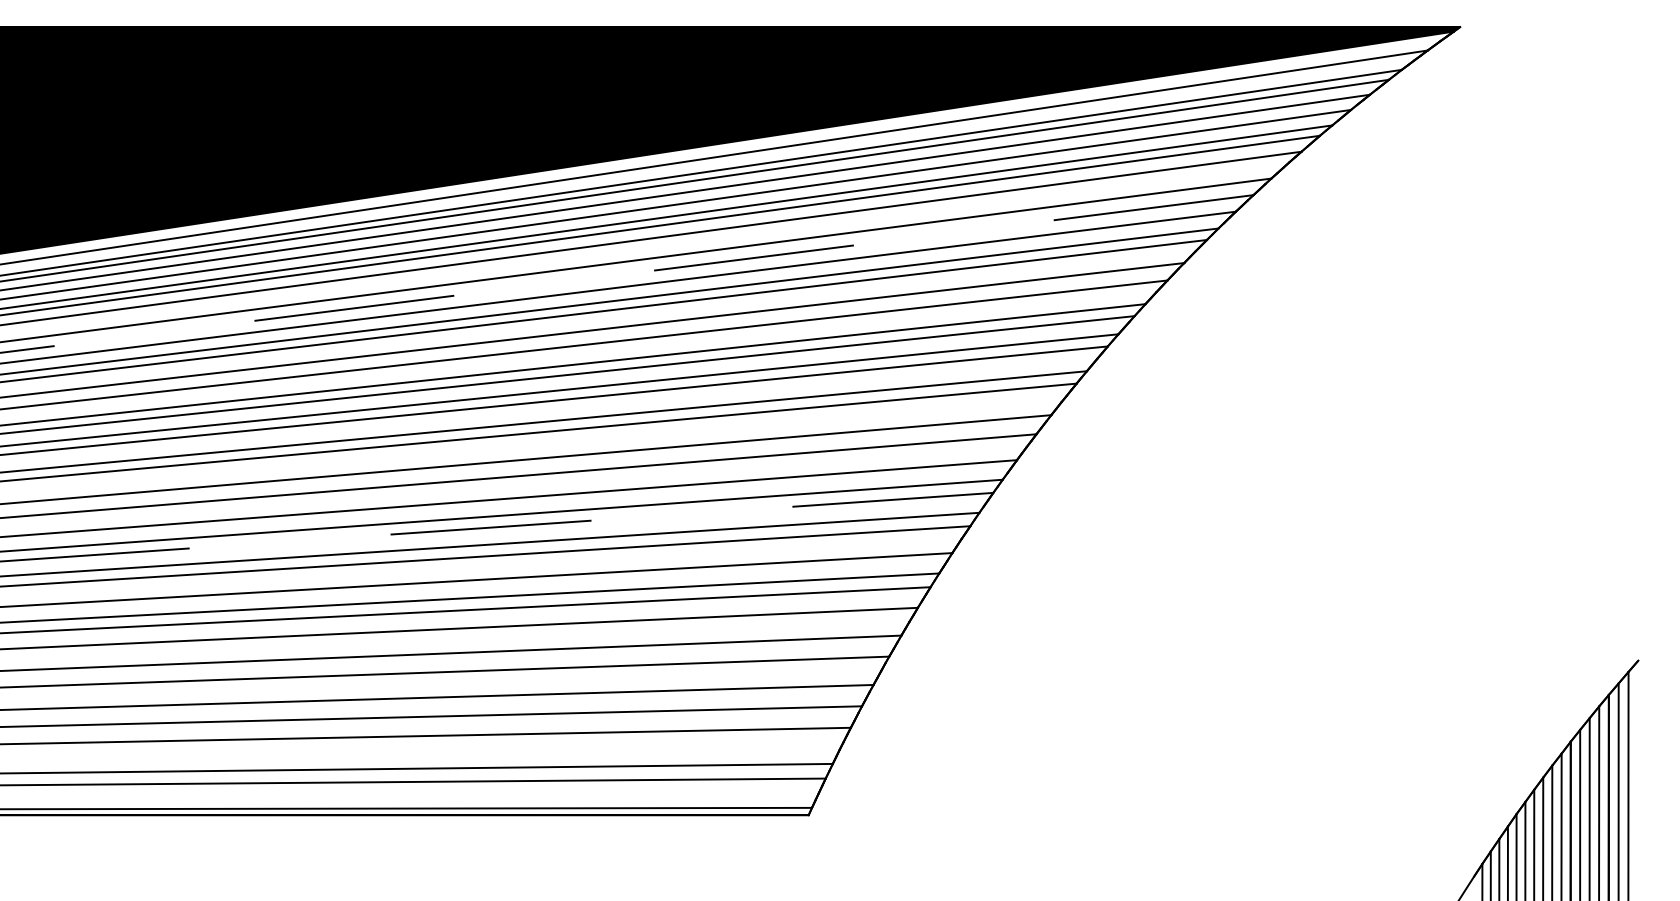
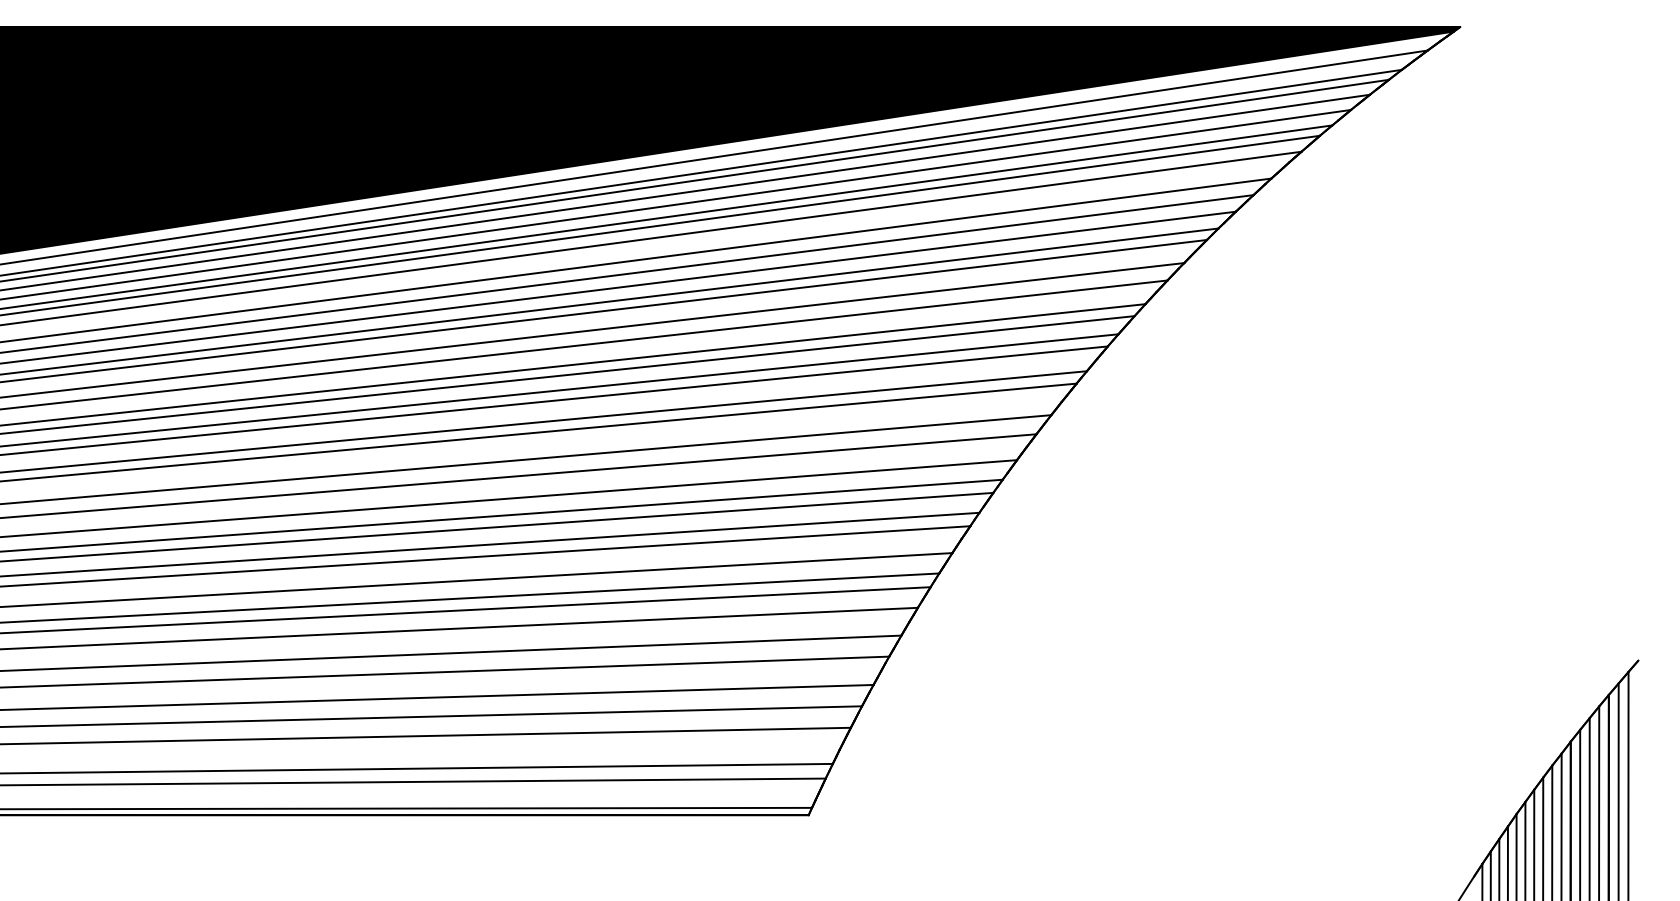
line at (626, 274): dashed -> solid
line at (496, 527): dashed -> solid
